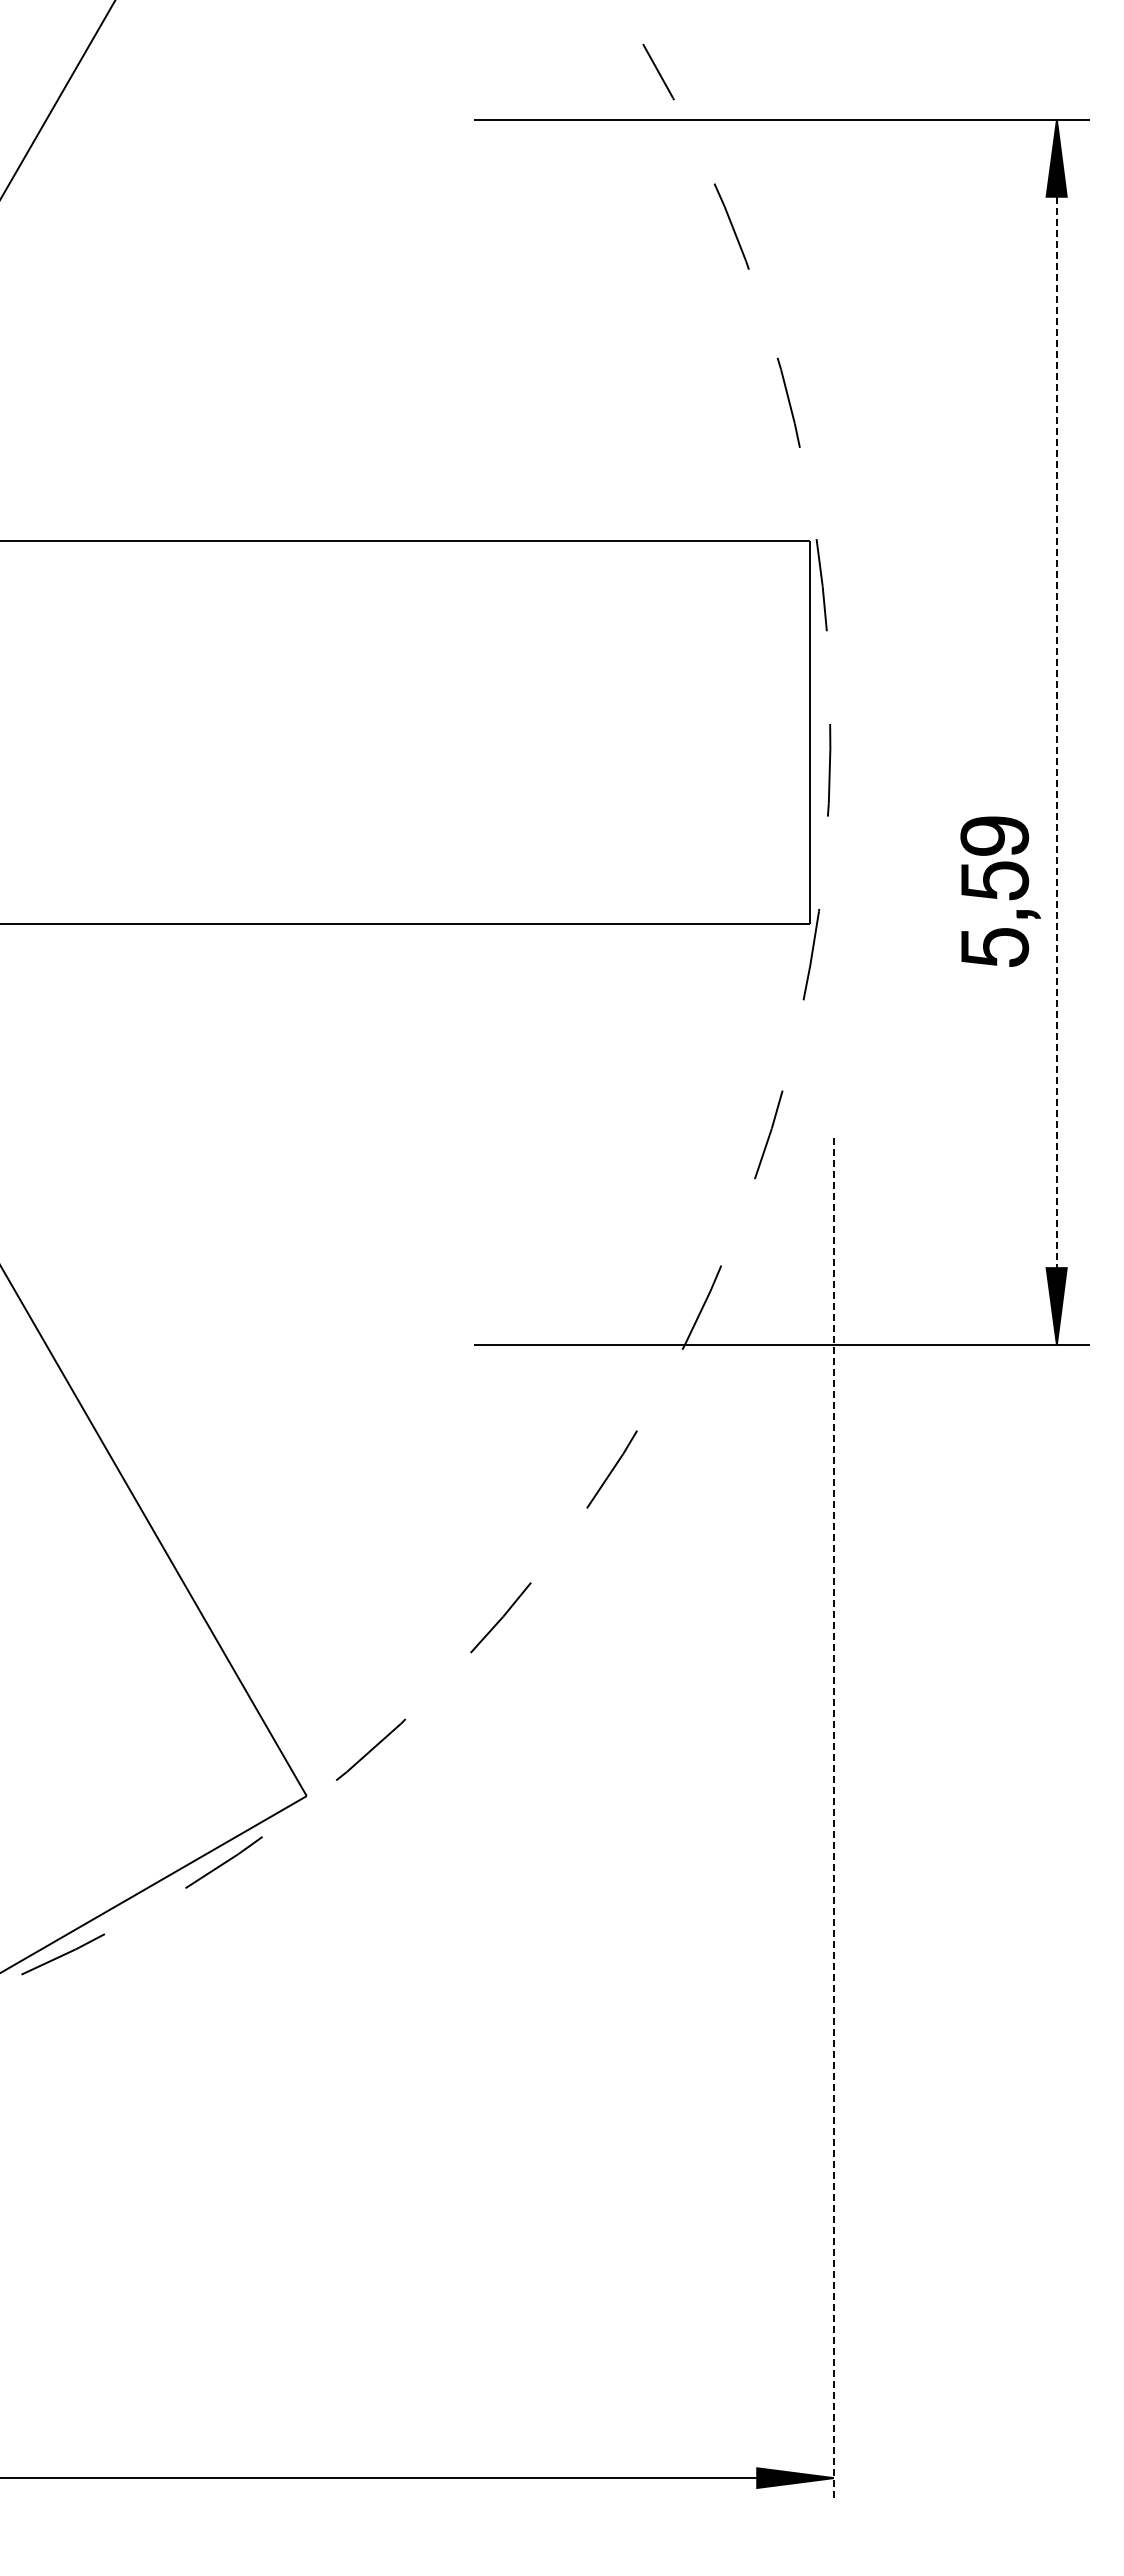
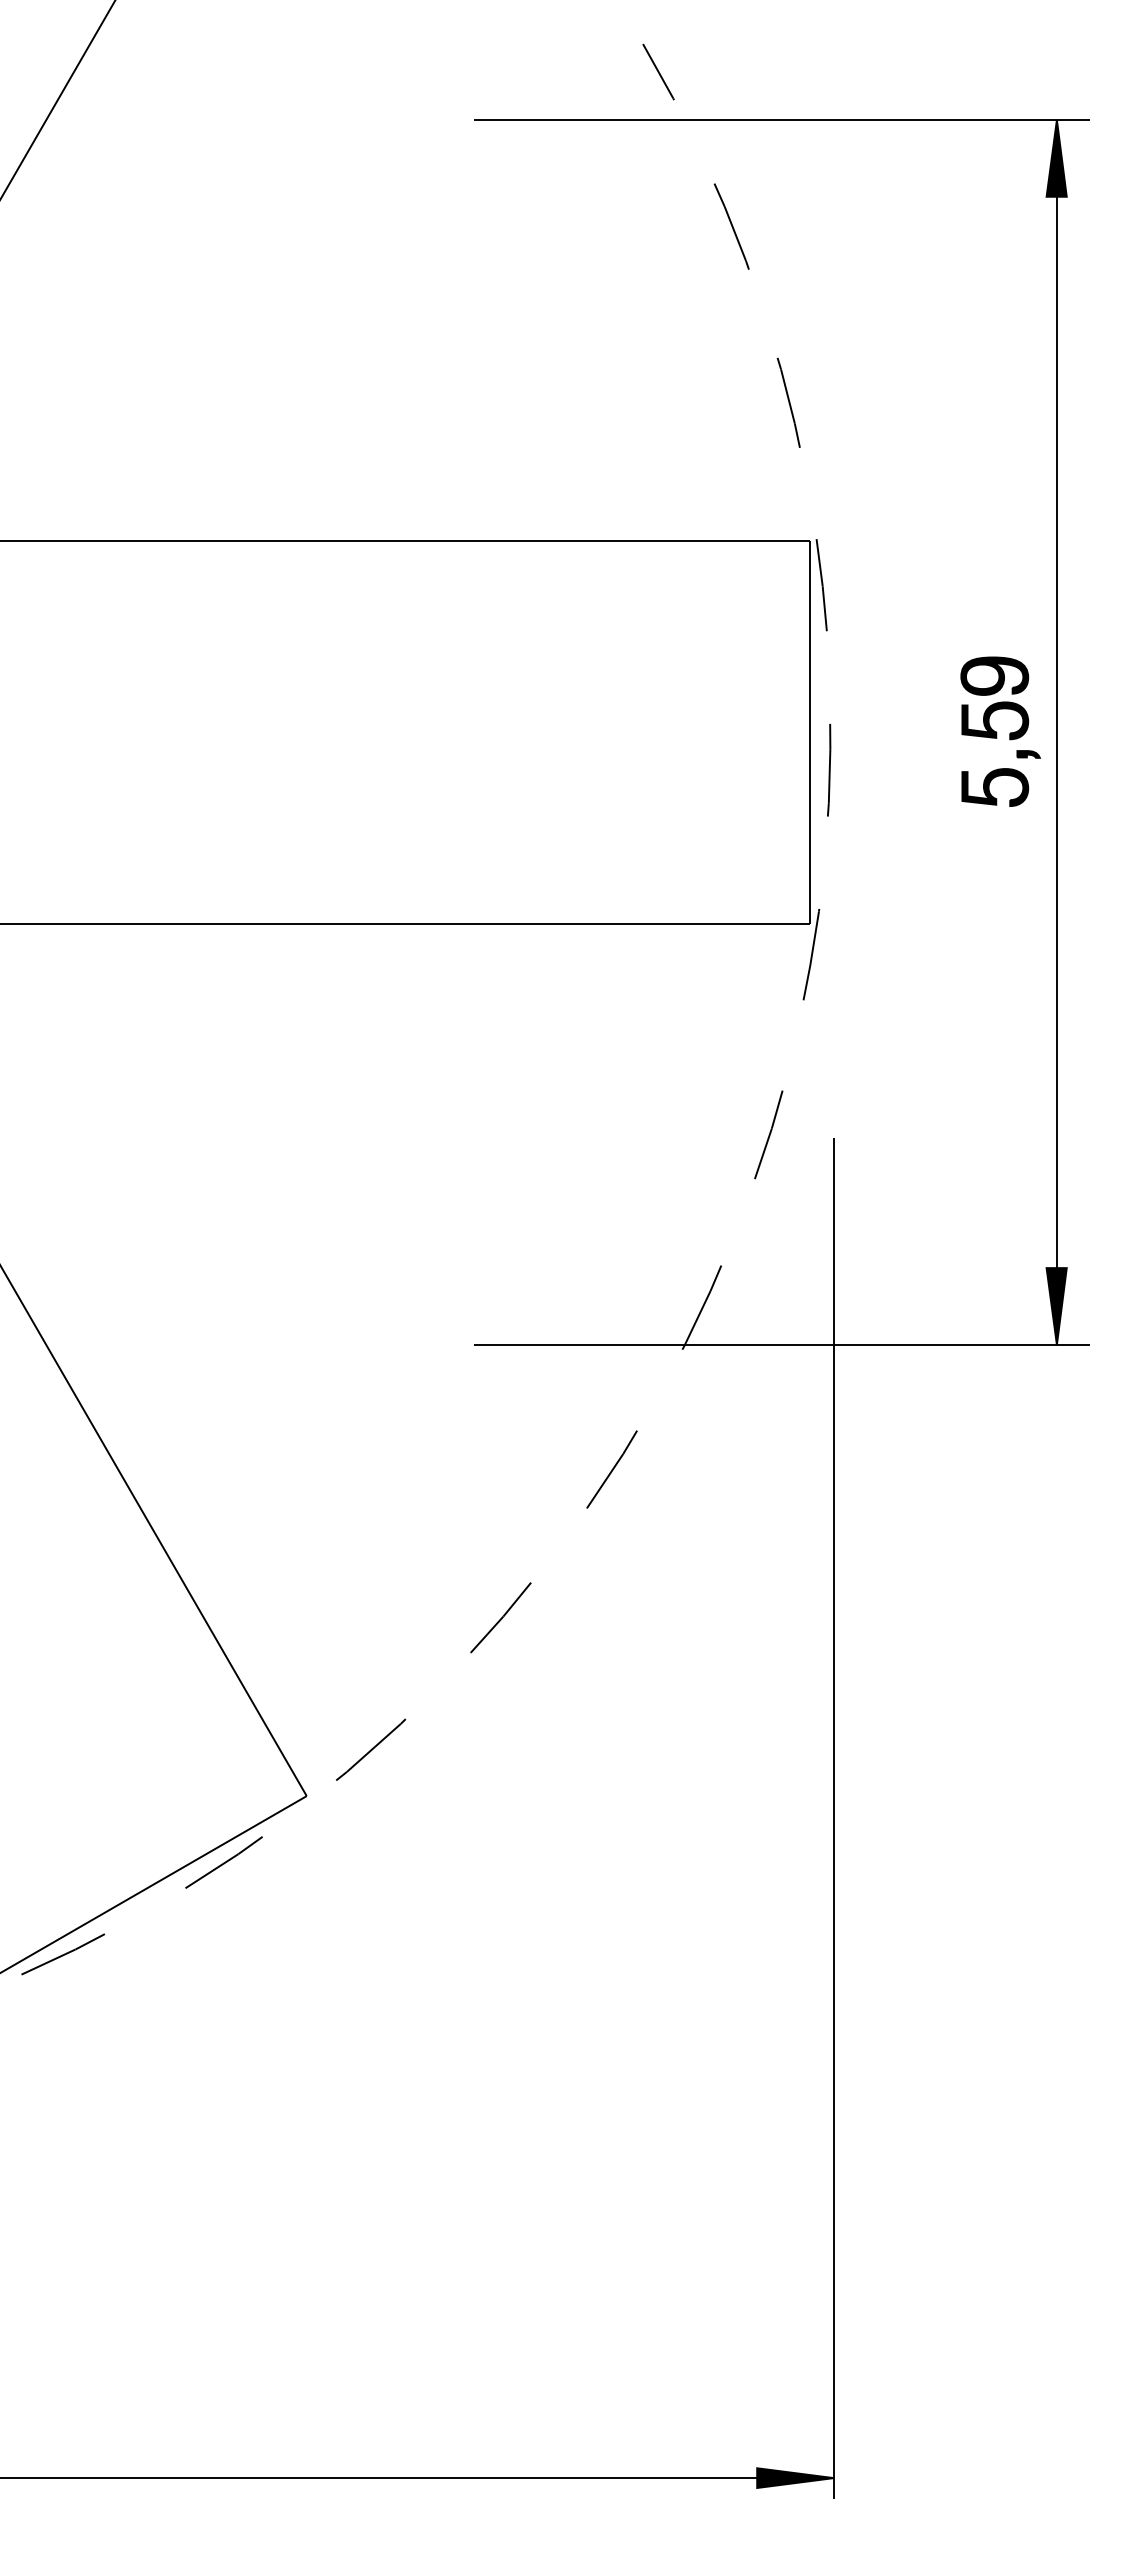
line at (1056, 732): dashed -> solid
part at (1000, 891) position: (1000, 891) -> (1000, 731)
line at (833, 1818): dashed -> solid
